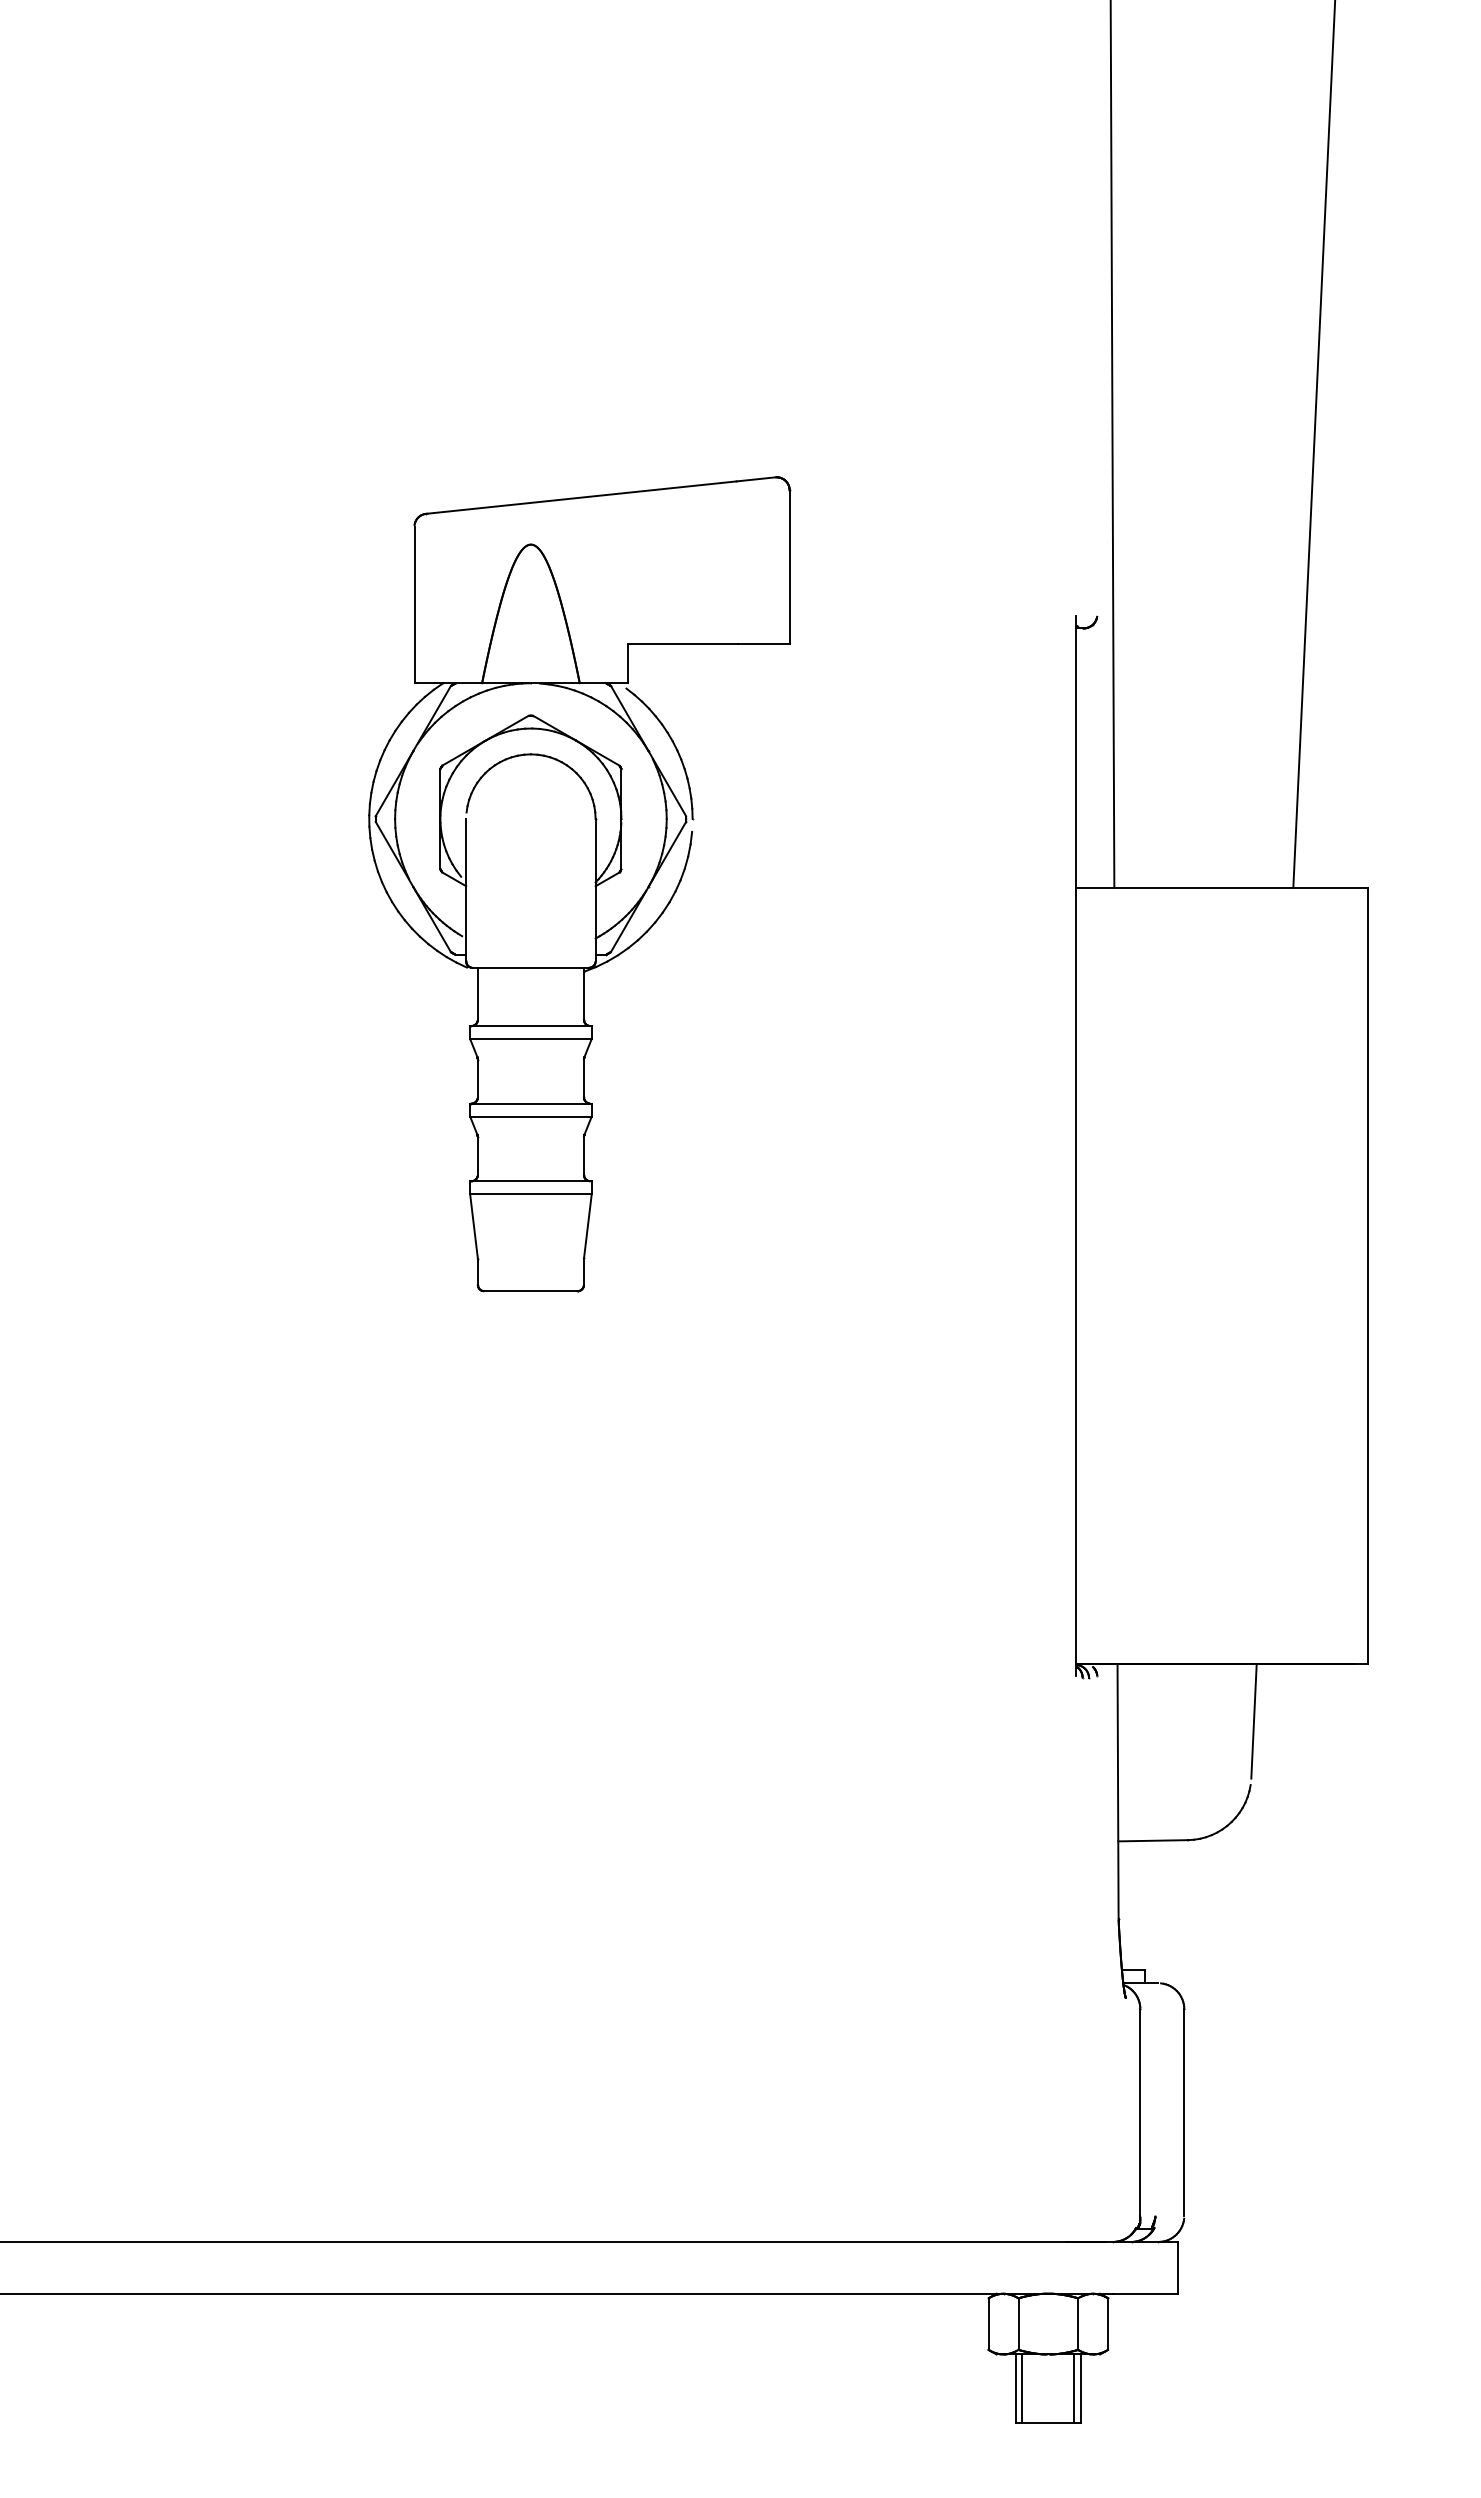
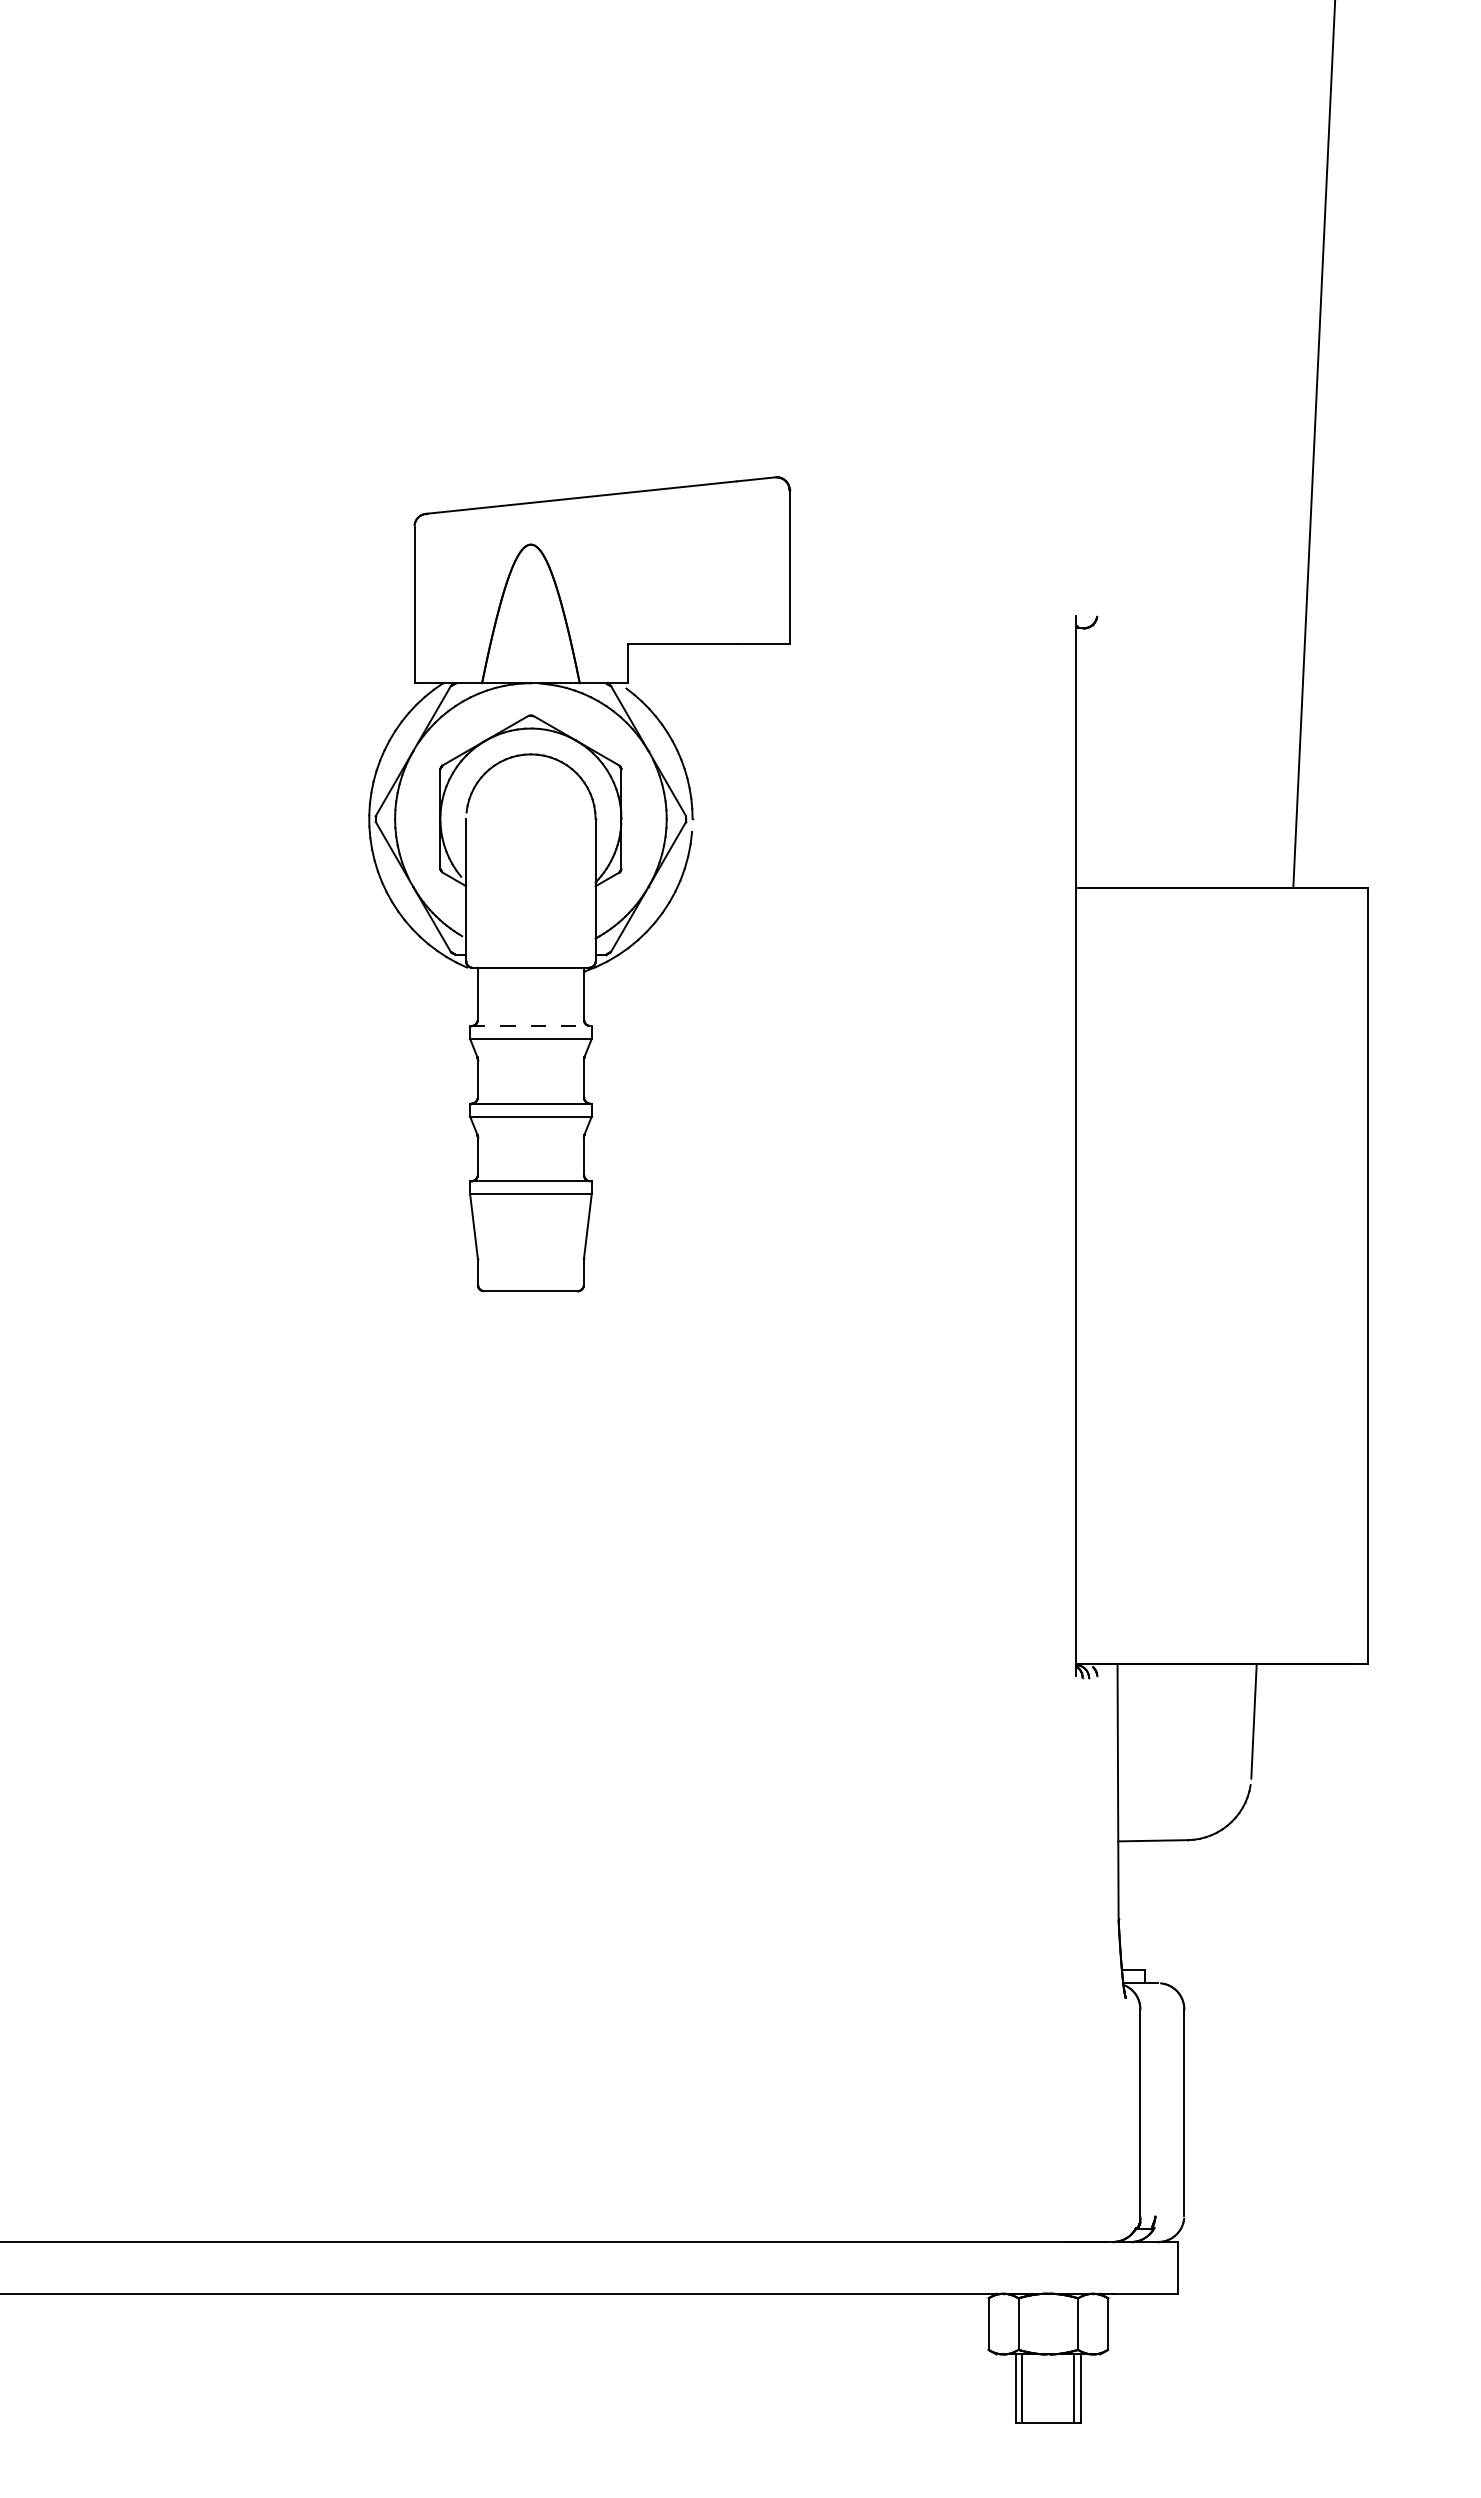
line at (1112, 444): present -> none
line at (530, 1026): solid -> dashed
